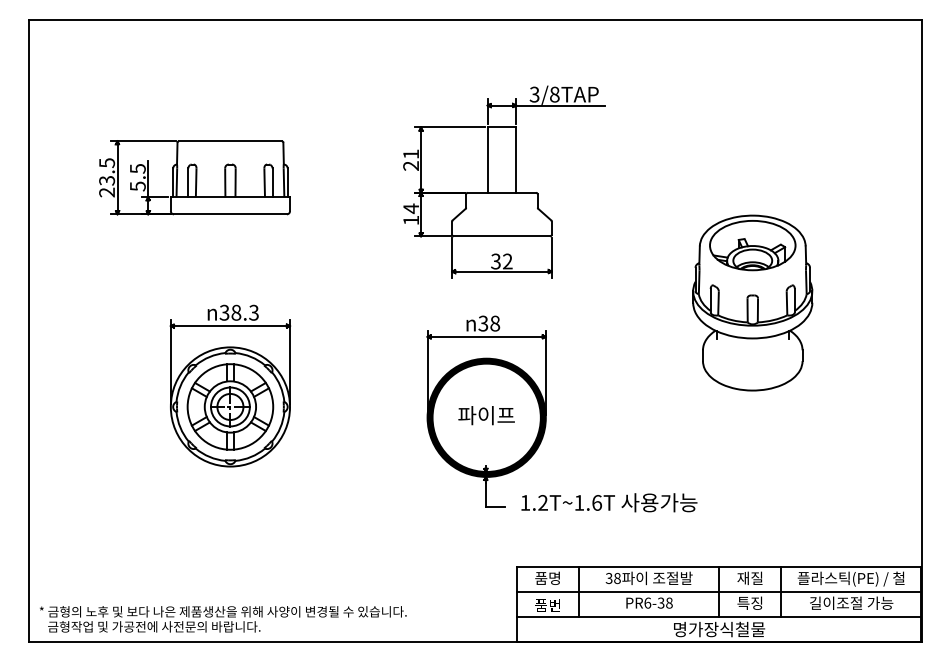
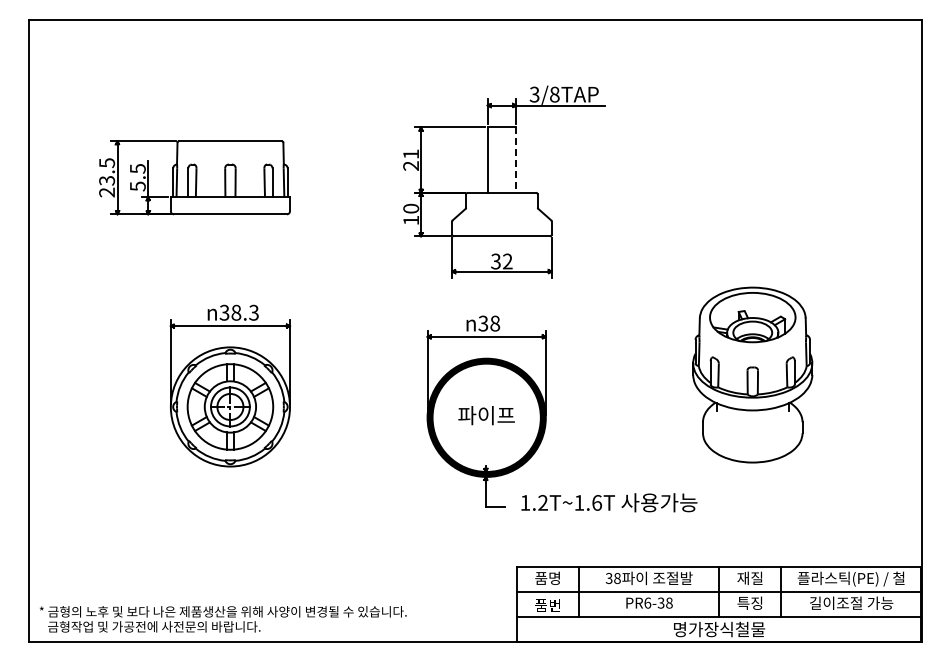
line at (516, 160): solid -> dashed
text at (411, 208): 14 -> 10
part at (752, 302) position: (752, 302) -> (752, 374)
